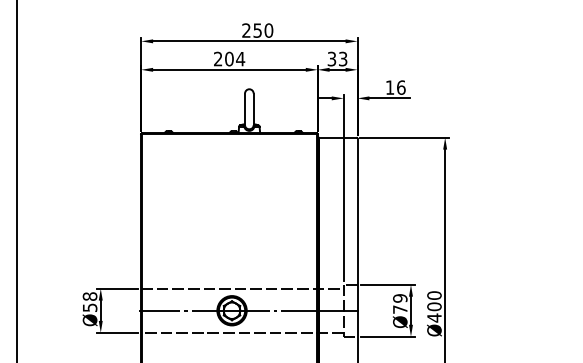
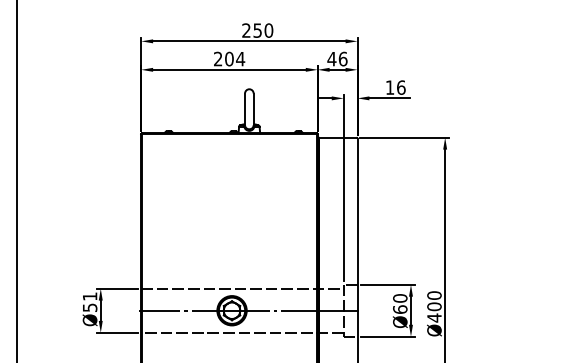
text at (337, 58): 33 -> 46
text at (89, 296): Ø58 -> Ø51
text at (400, 303): Ø79 -> Ø60
